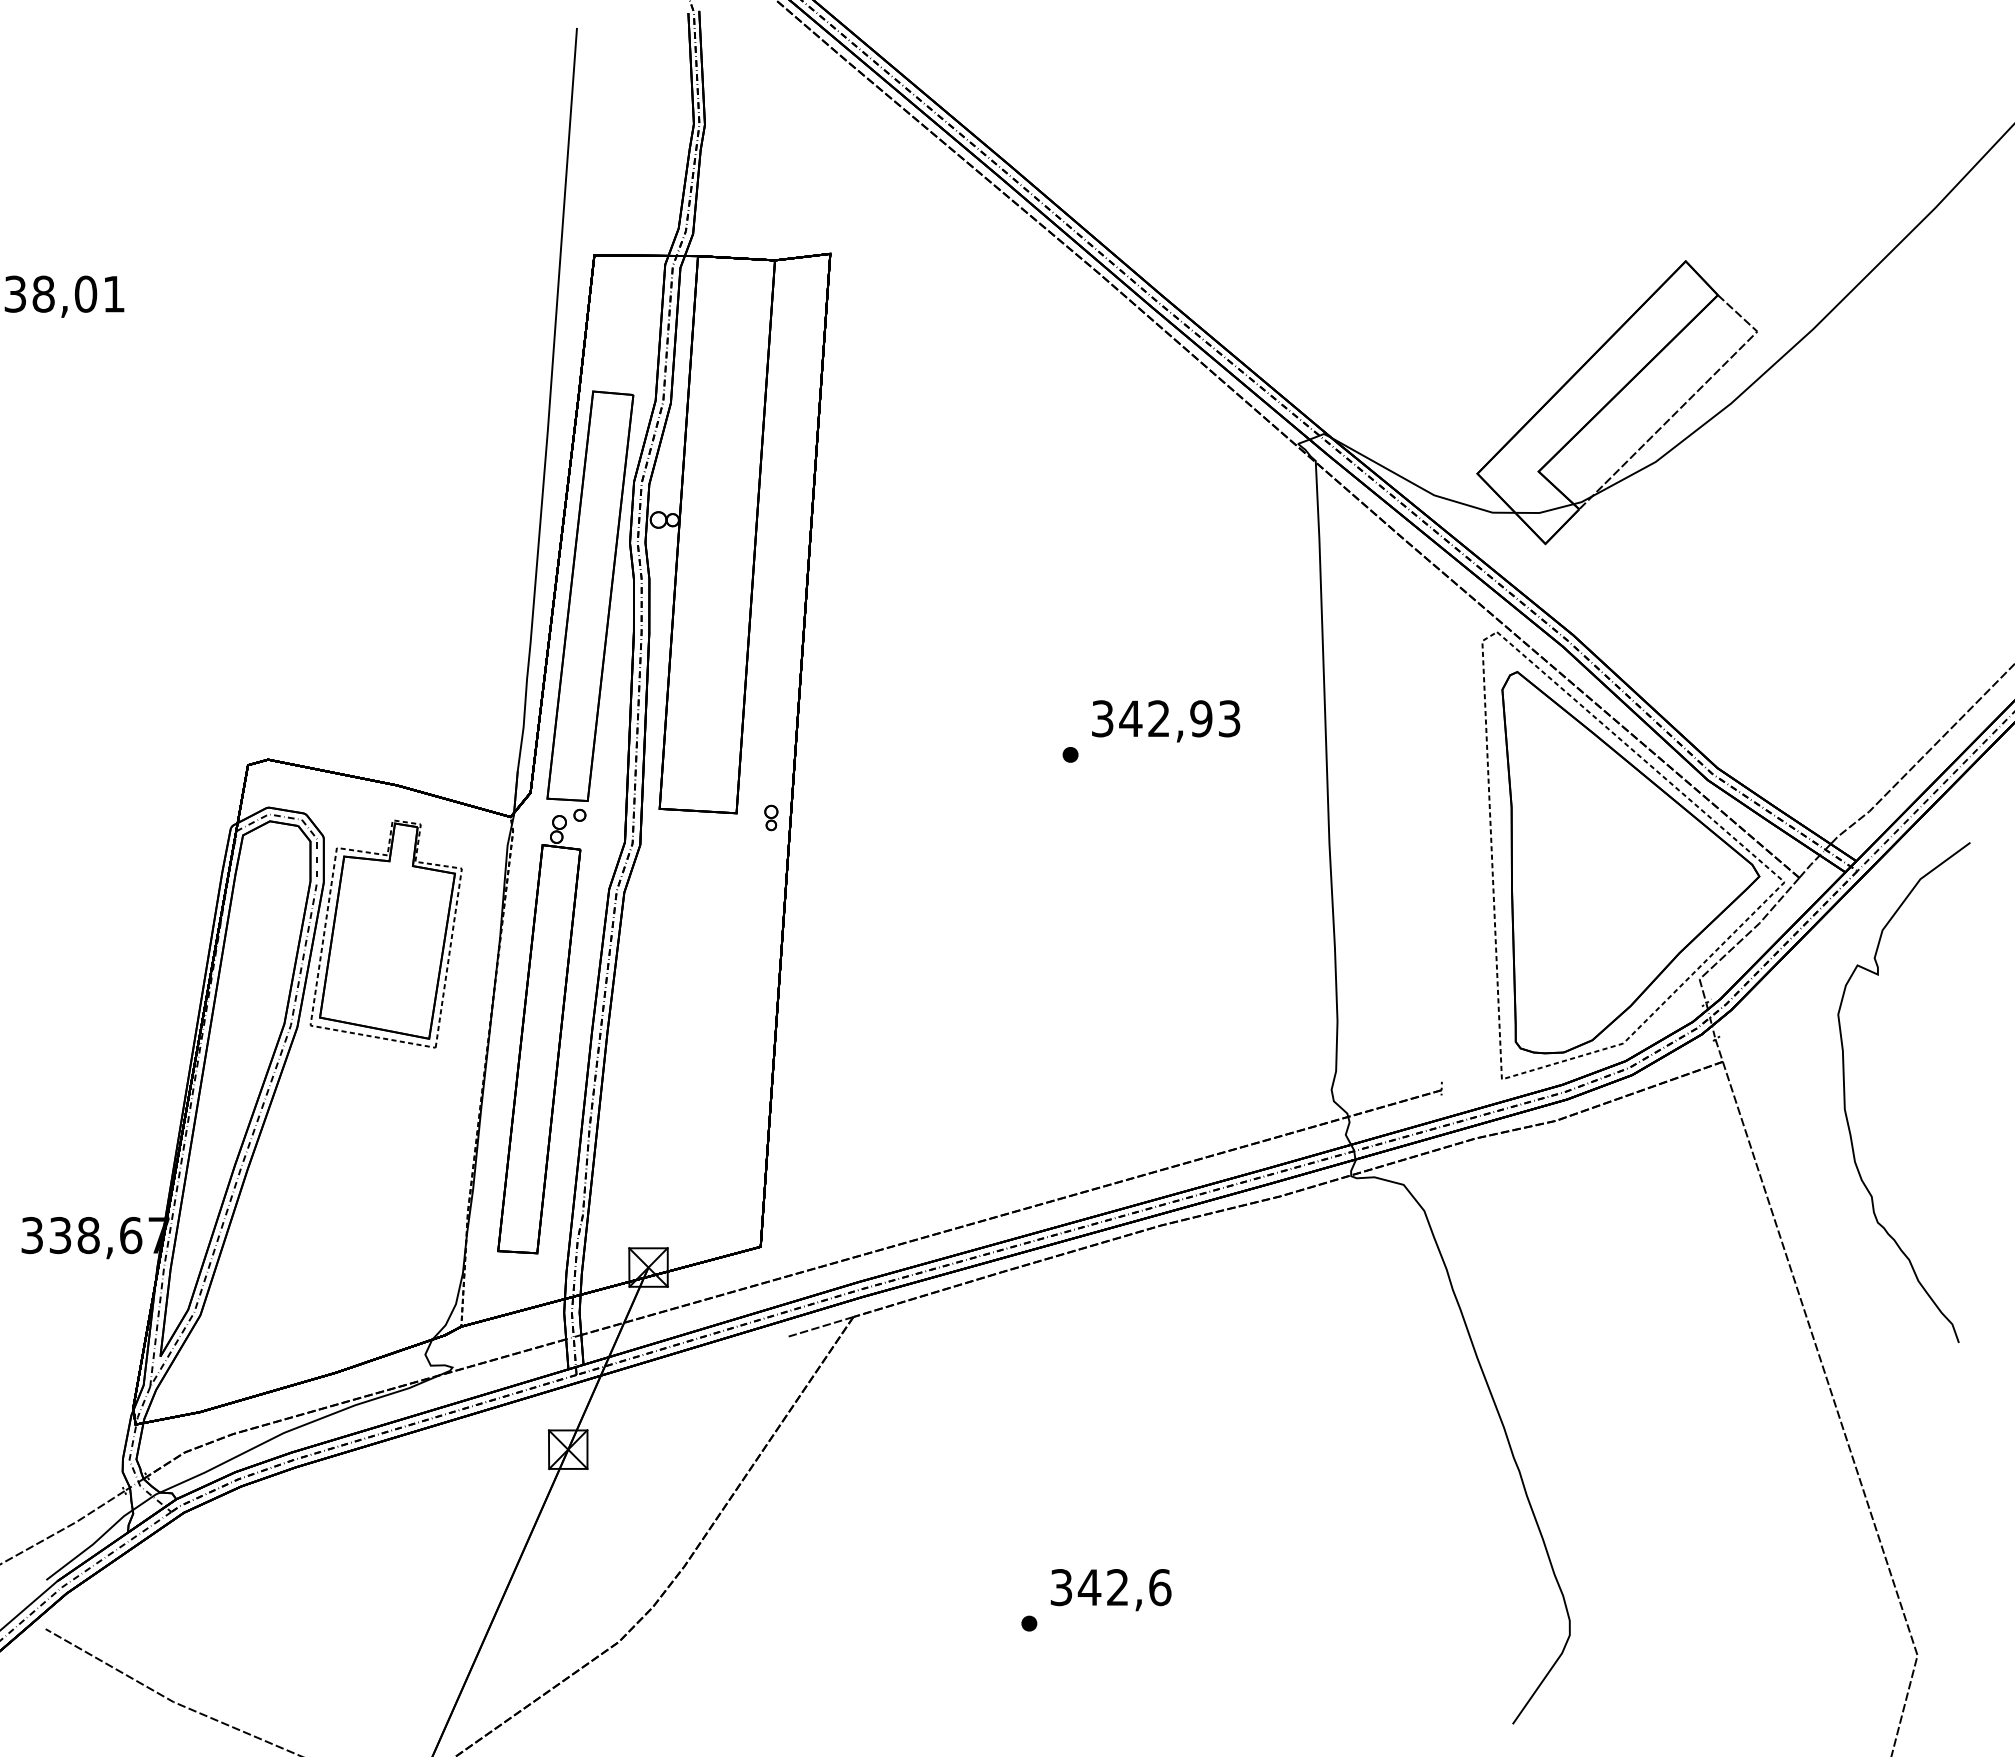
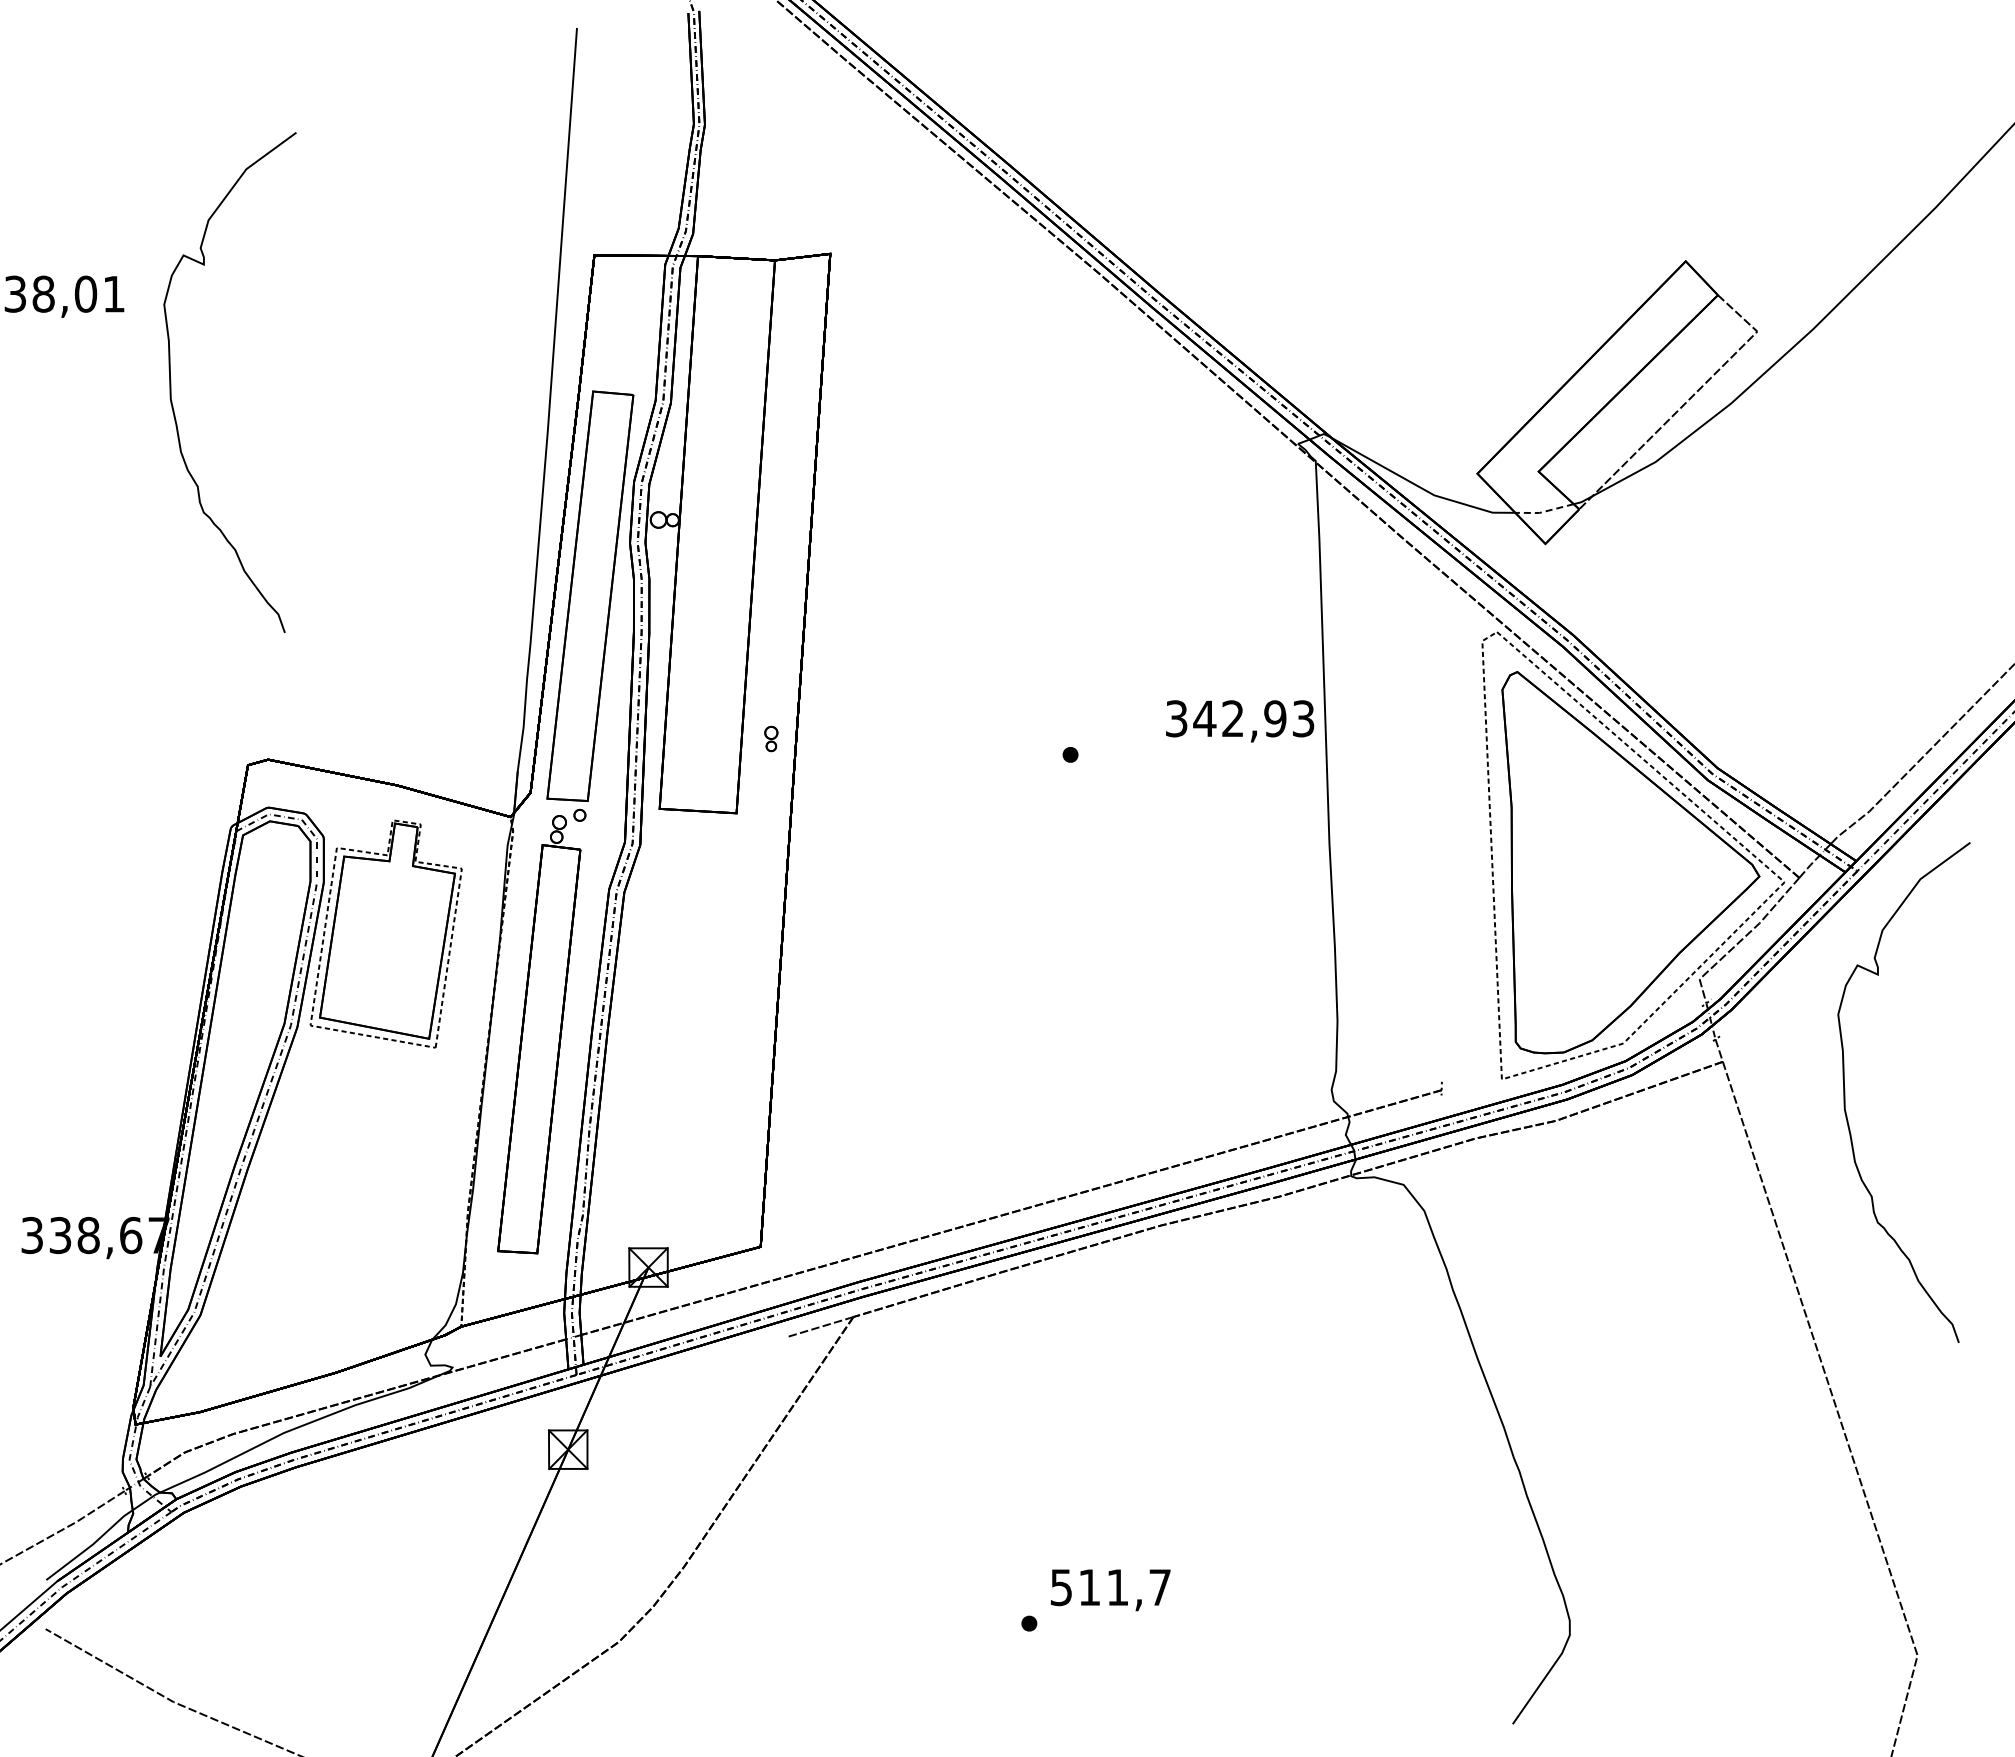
curve at (171, 382): none -> present
line at (1544, 511): solid -> dashed
text at (1166, 721) position: (1166, 721) -> (1240, 721)
part at (771, 817) position: (771, 817) -> (771, 738)
text at (1111, 1587): 342,6 -> 511,7
